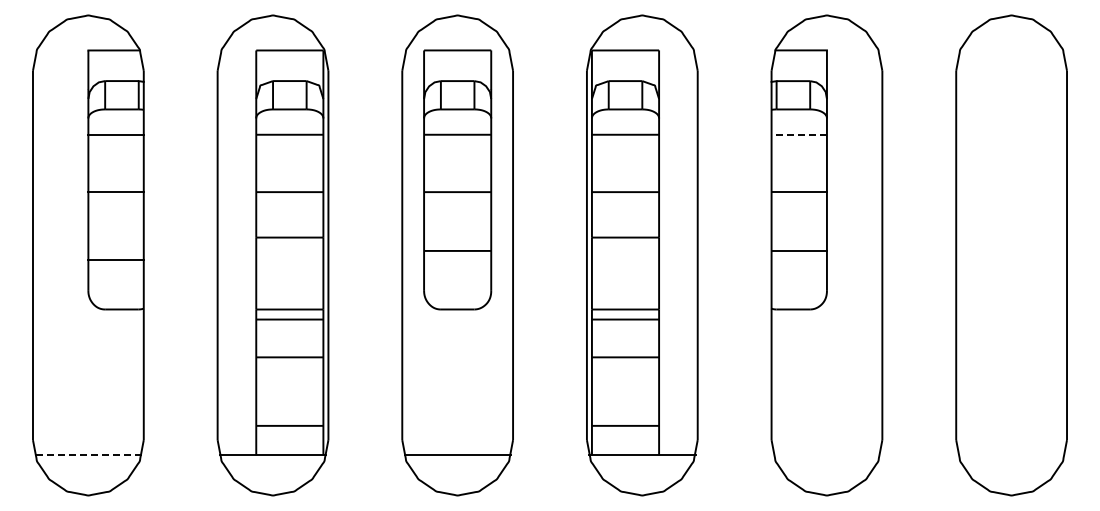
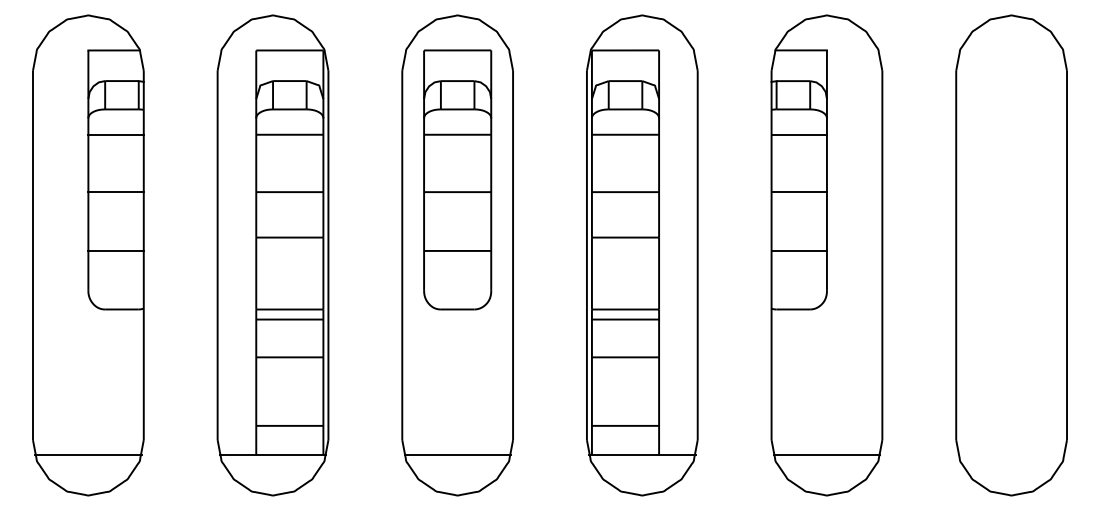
line at (799, 134): dashed -> solid
line at (115, 259) position: (115, 259) -> (115, 250)
line at (87, 455): dashed -> solid
line at (827, 455): none -> present
